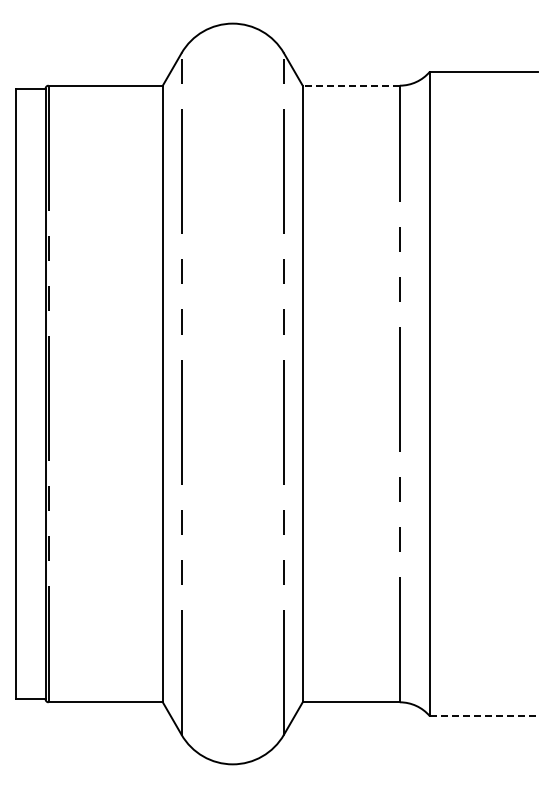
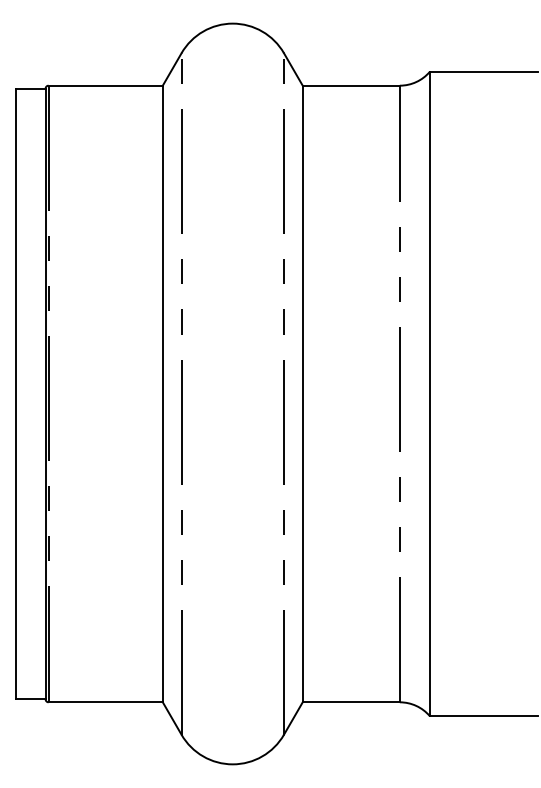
line at (351, 85): dashed -> solid
line at (484, 716): dashed -> solid
